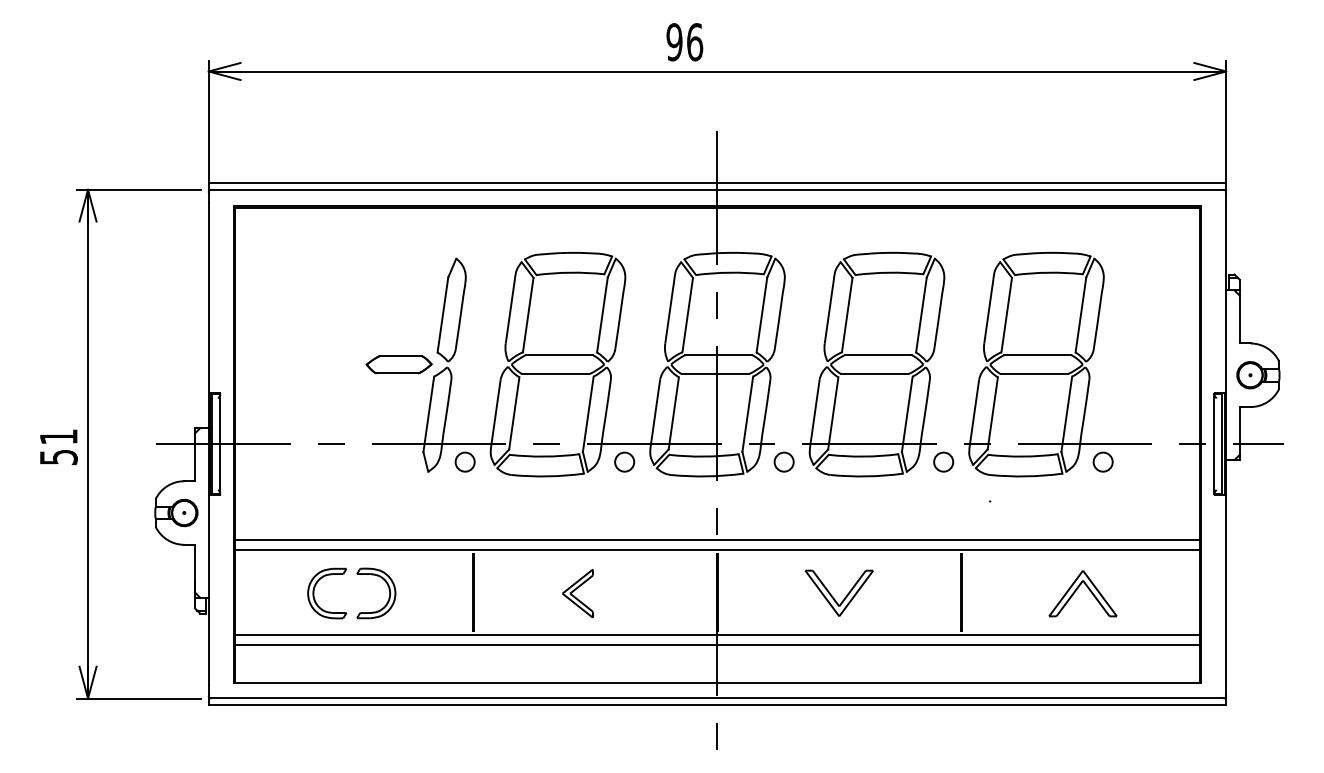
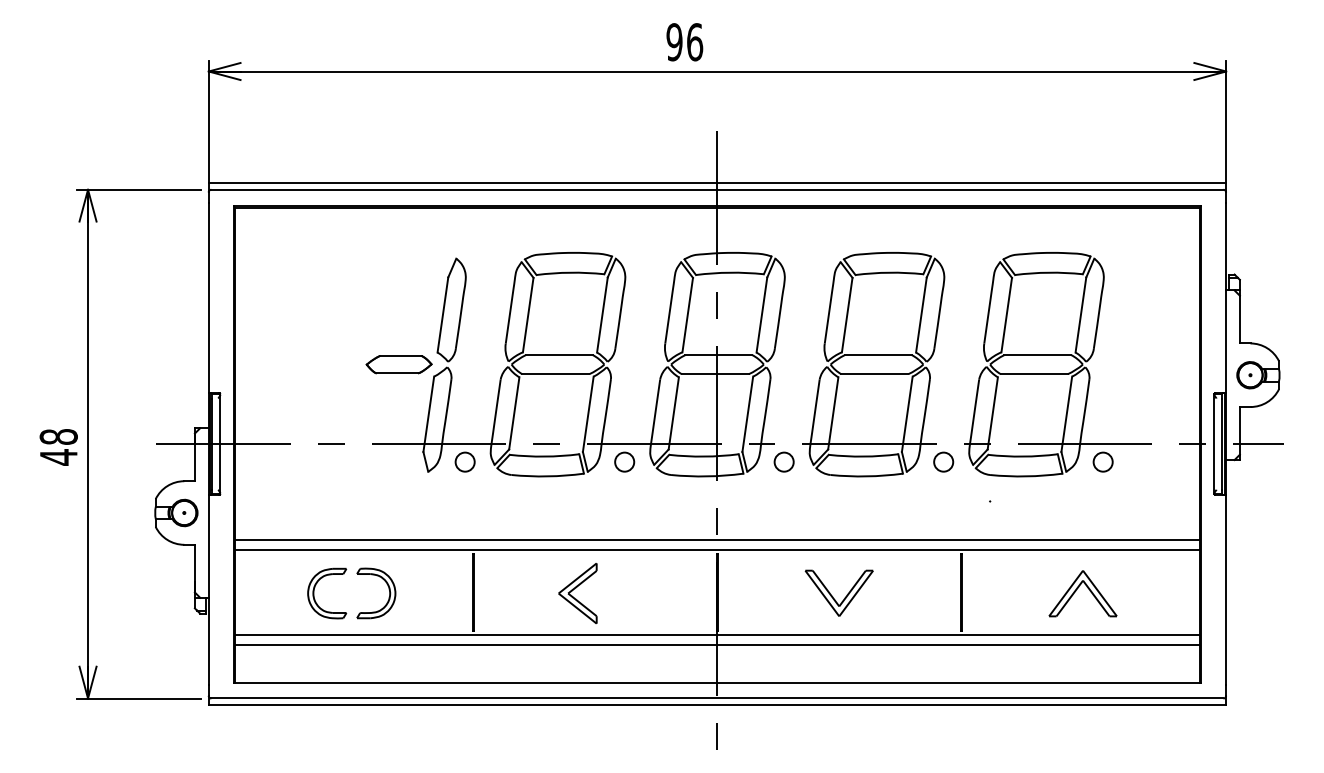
text at (58, 447): 51 -> 48
part at (577, 593) size: 32x50 px -> 40x62 px
